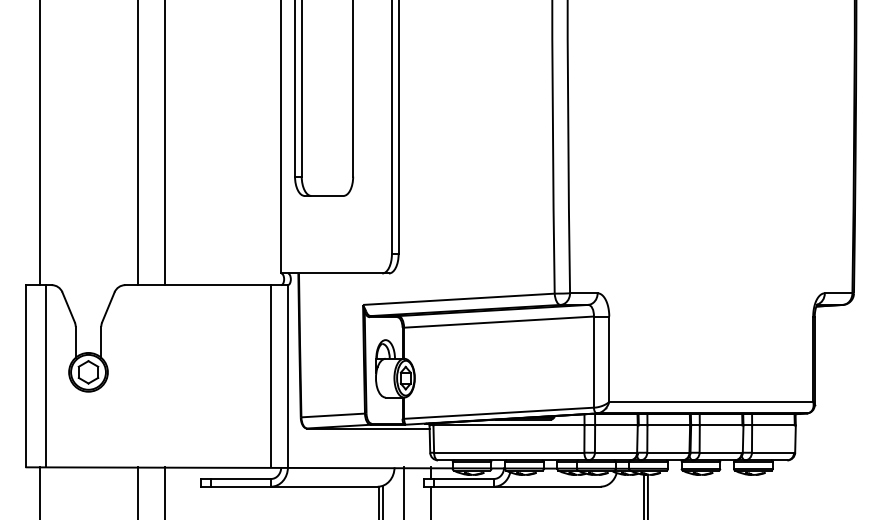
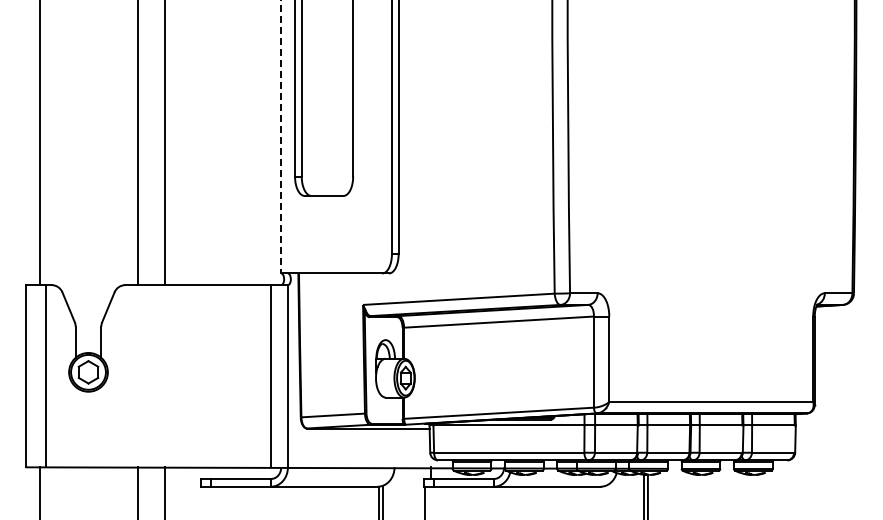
line at (281, 137): solid -> dashed
line at (404, 491): present -> none
line at (430, 501) position: (430, 501) -> (424, 501)
